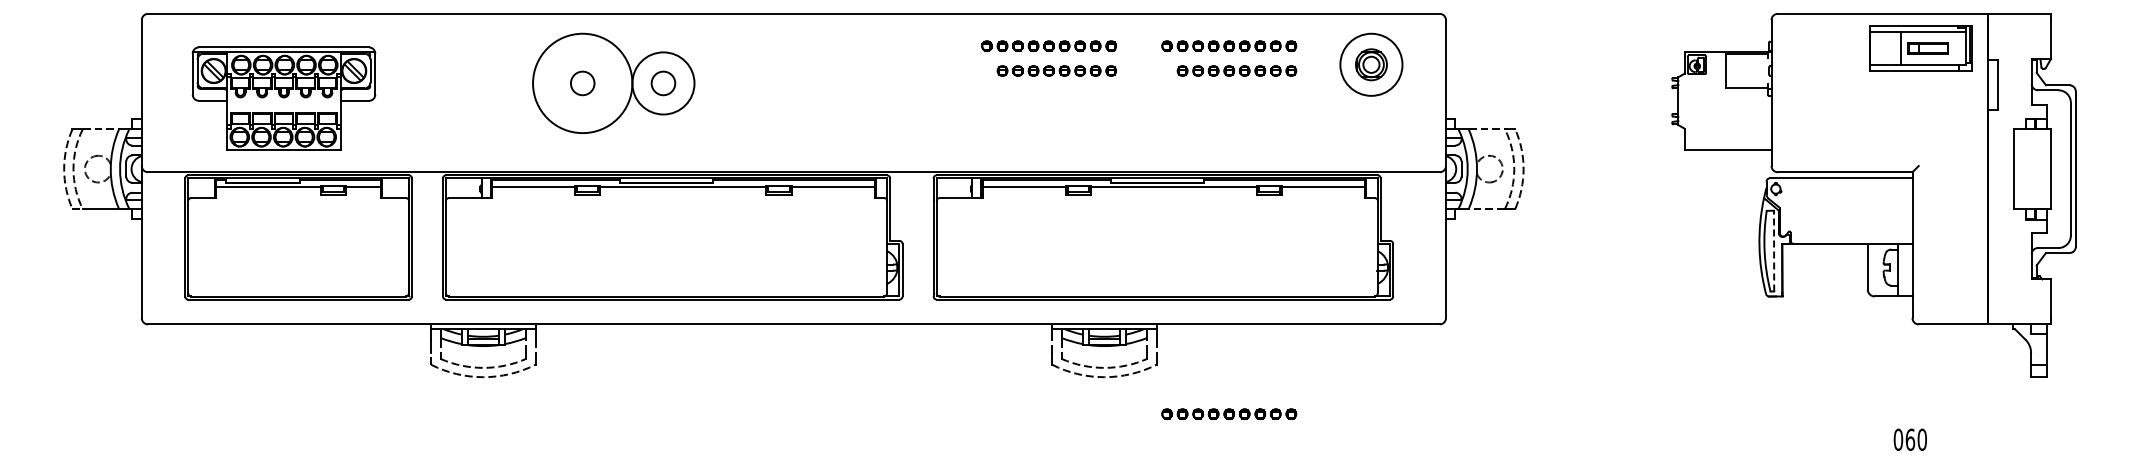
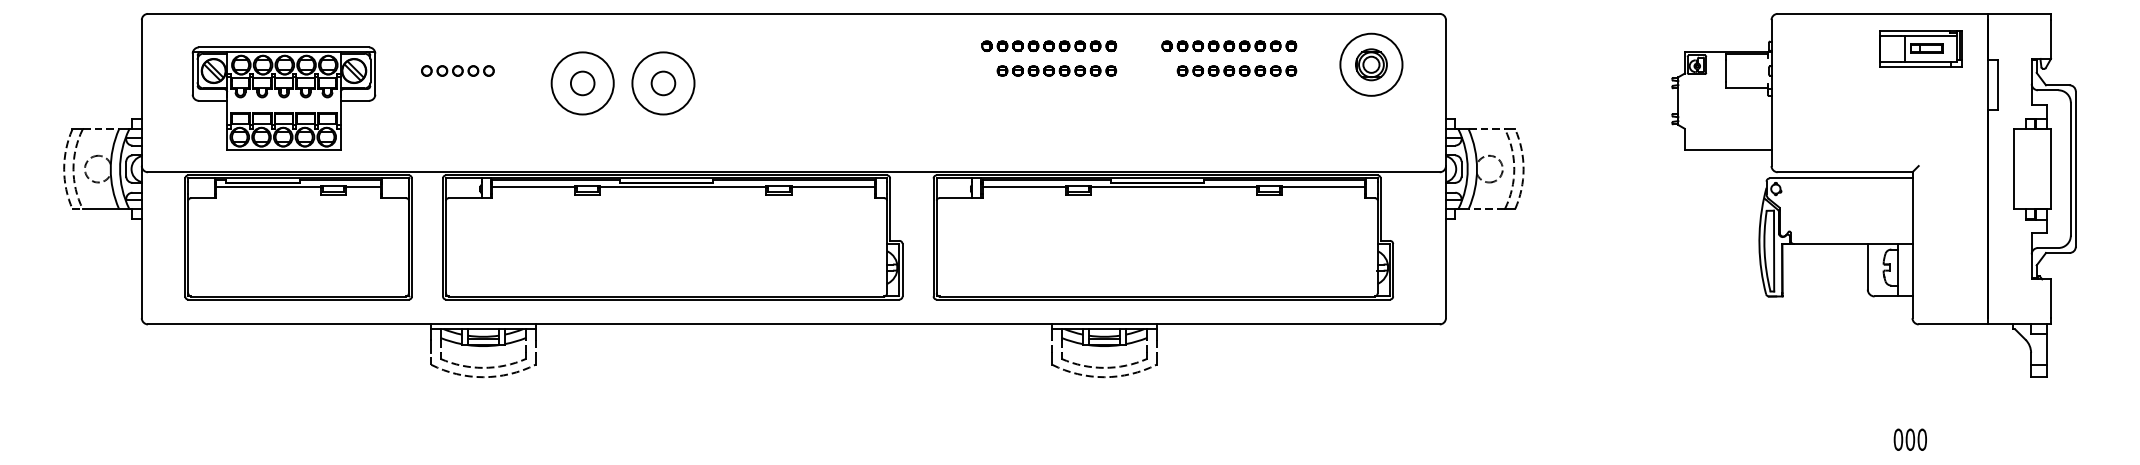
part at (1920, 48) size: 104x47 px -> 84x38 px
part at (457, 70): none -> present
circle at (582, 83) diameter: 99 px -> 62 px
line at (1774, 250): dashed -> solid
part at (1229, 413): present -> none
text at (1910, 439): 060 -> 000
